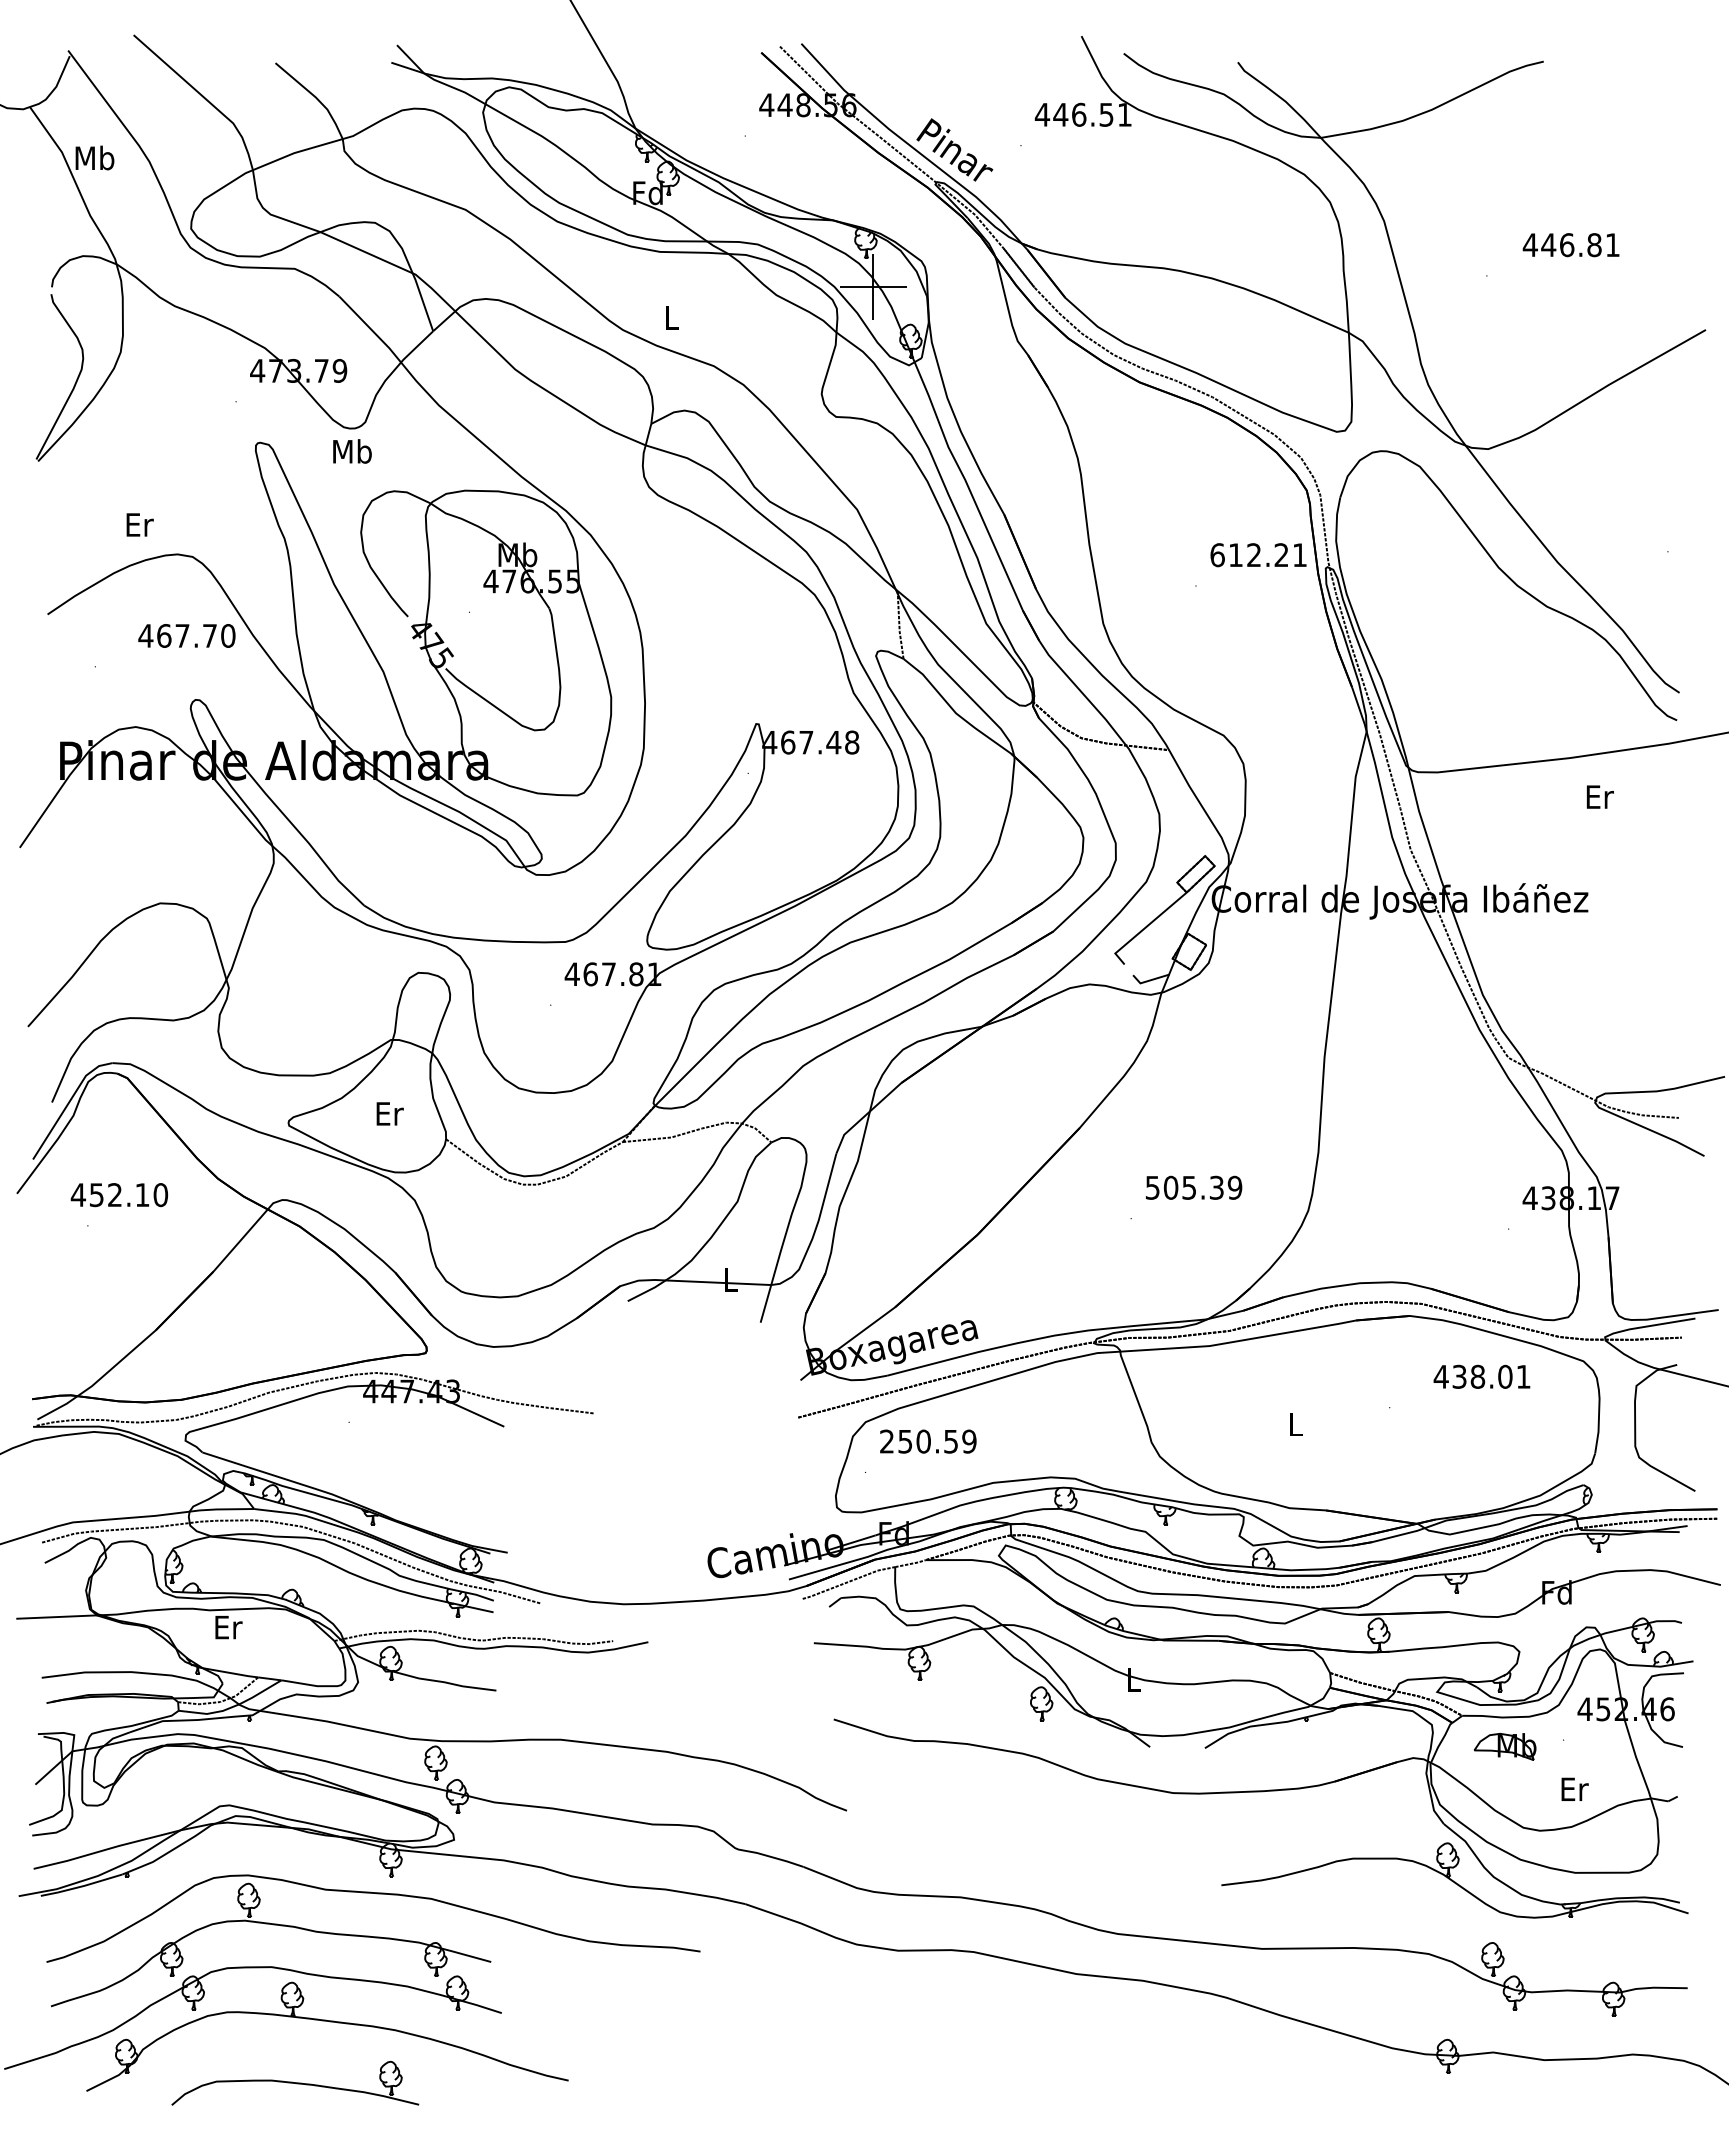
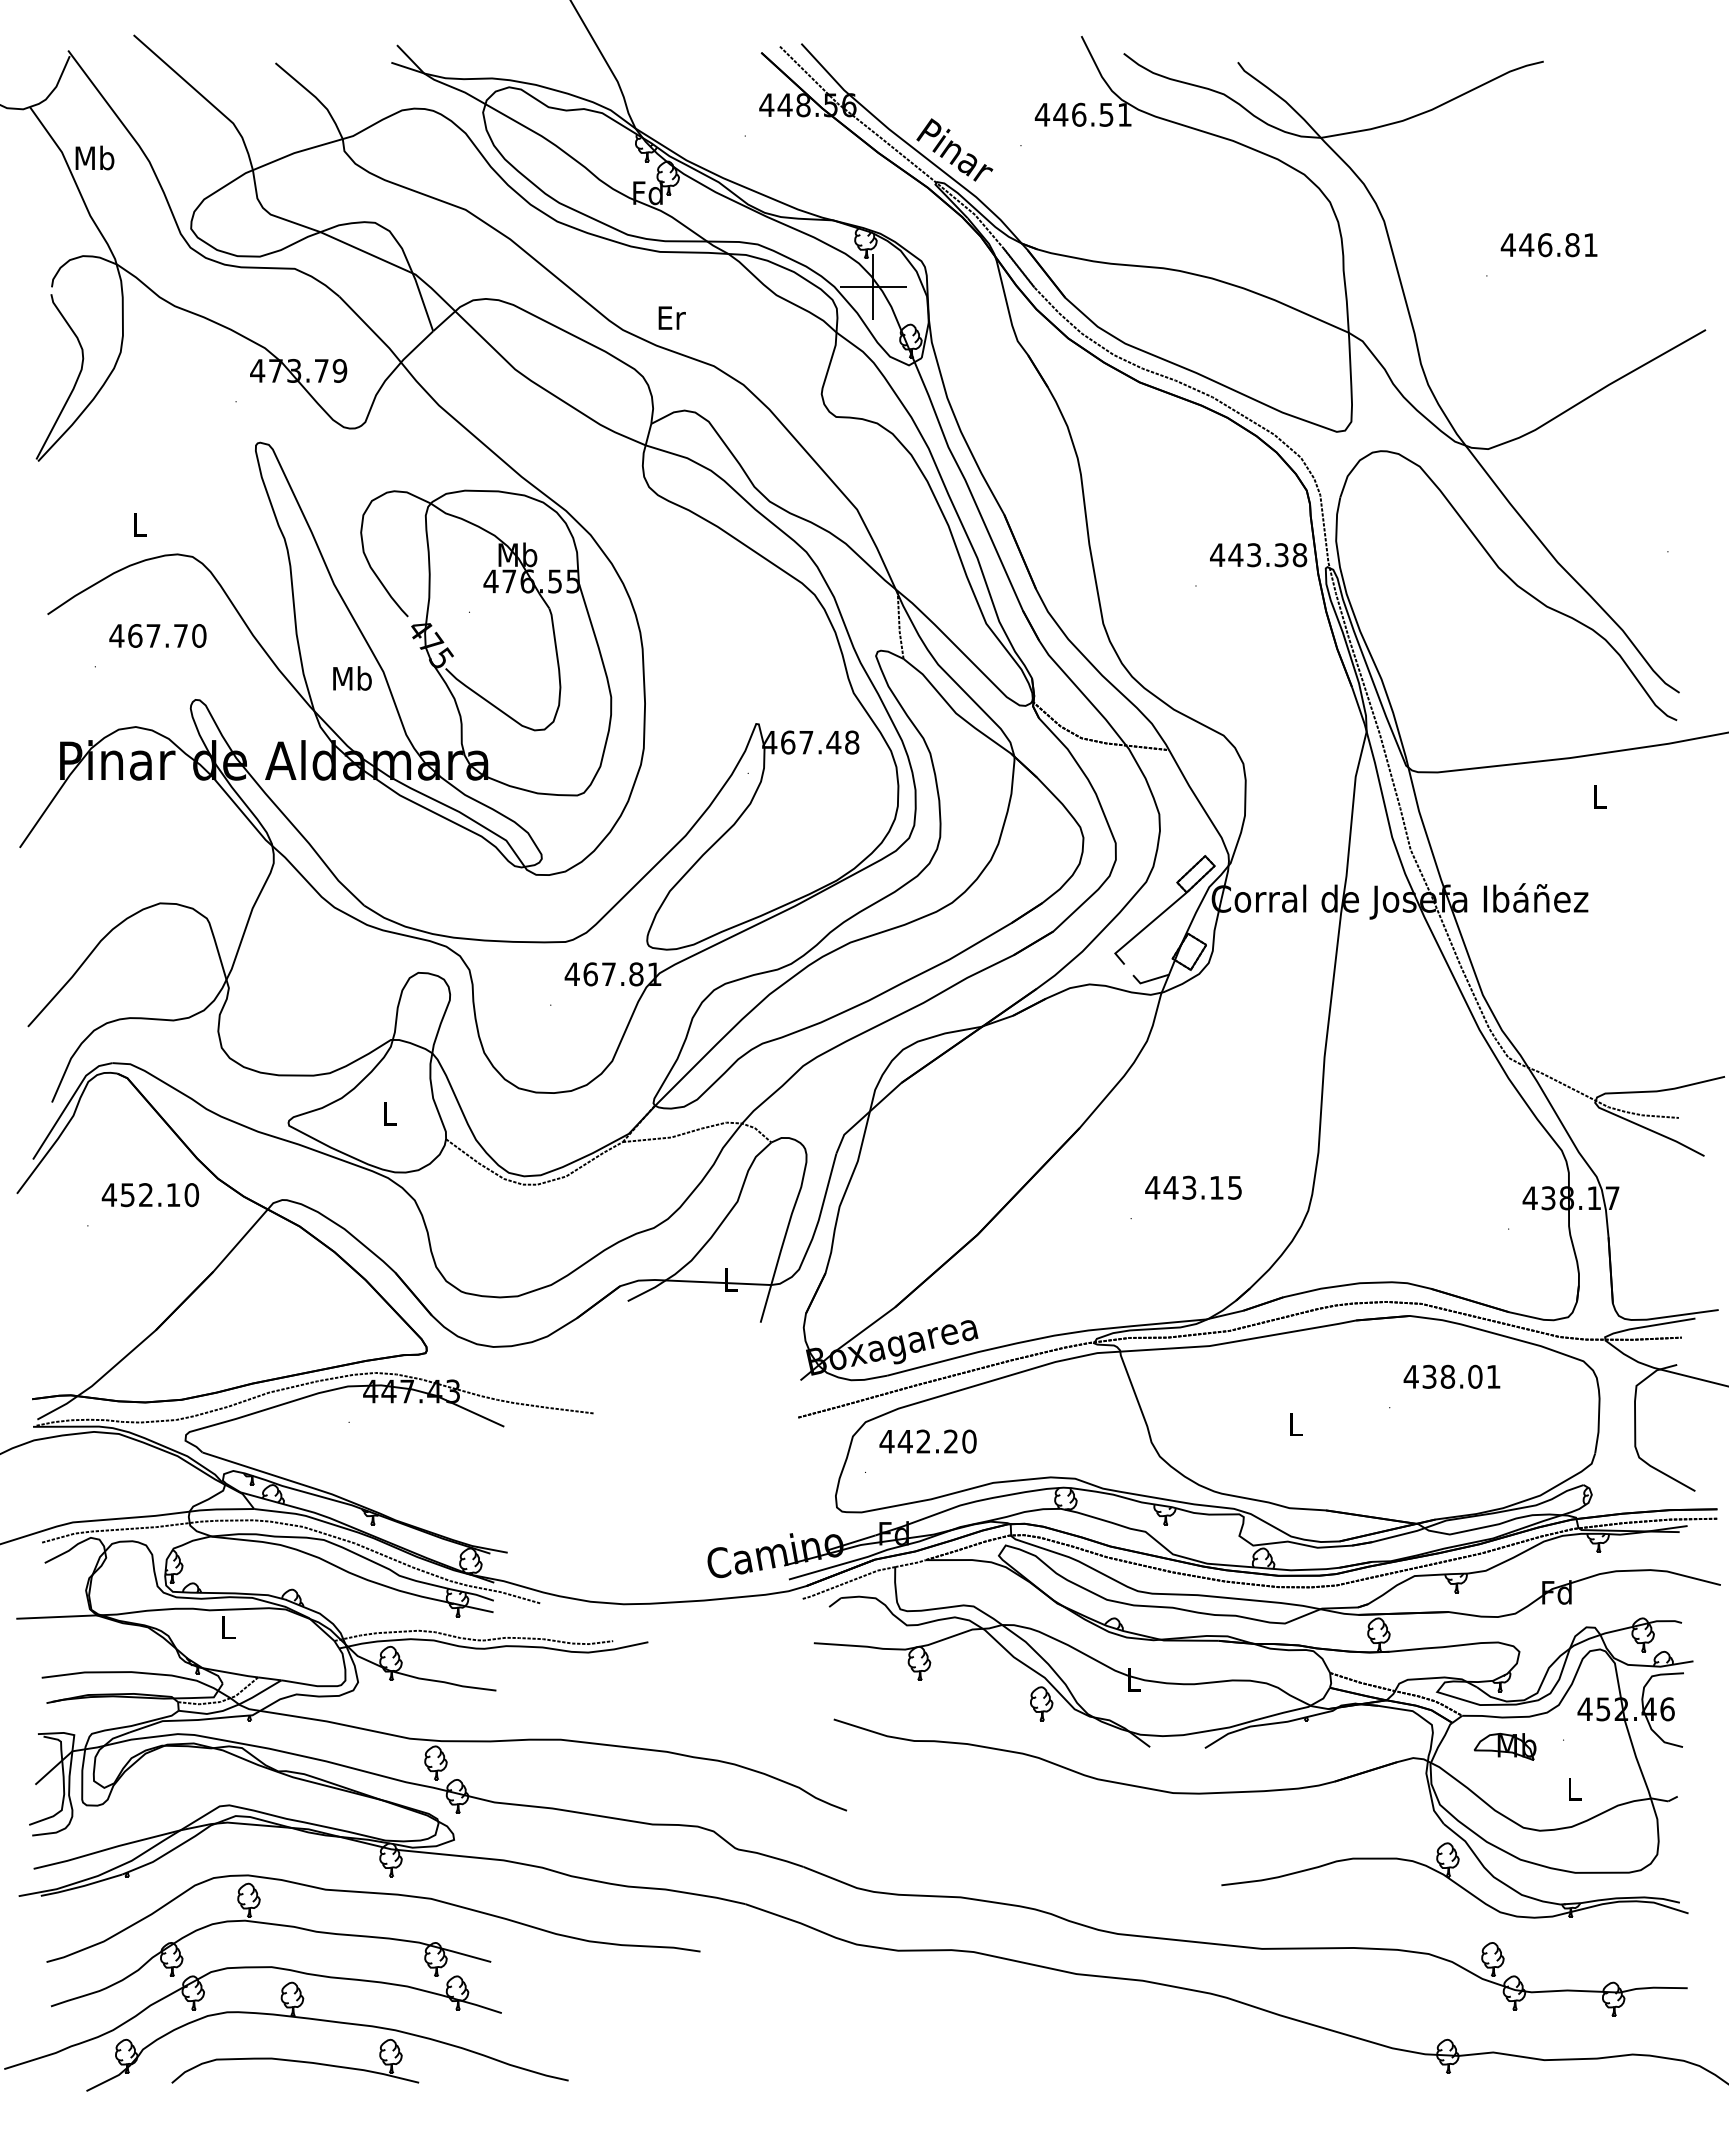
text at (1570, 245) position: (1570, 245) -> (1548, 245)
text at (671, 317): L -> Er
text at (352, 451) position: (352, 451) -> (352, 678)
text at (139, 524): Er -> L
text at (1258, 555): 612.21 -> 443.38
text at (186, 635) position: (186, 635) -> (157, 635)
text at (1599, 796): Er -> L
text at (389, 1113): Er -> L
text at (1193, 1187): 505.39 -> 443.15
text at (119, 1195) position: (119, 1195) -> (150, 1195)
text at (1481, 1376) position: (1481, 1376) -> (1451, 1376)
text at (927, 1441): 250.59 -> 442.20
text at (228, 1627): Er -> L
text at (1574, 1788): Er -> L
part at (295, 2082) position: (295, 2082) -> (295, 2060)
